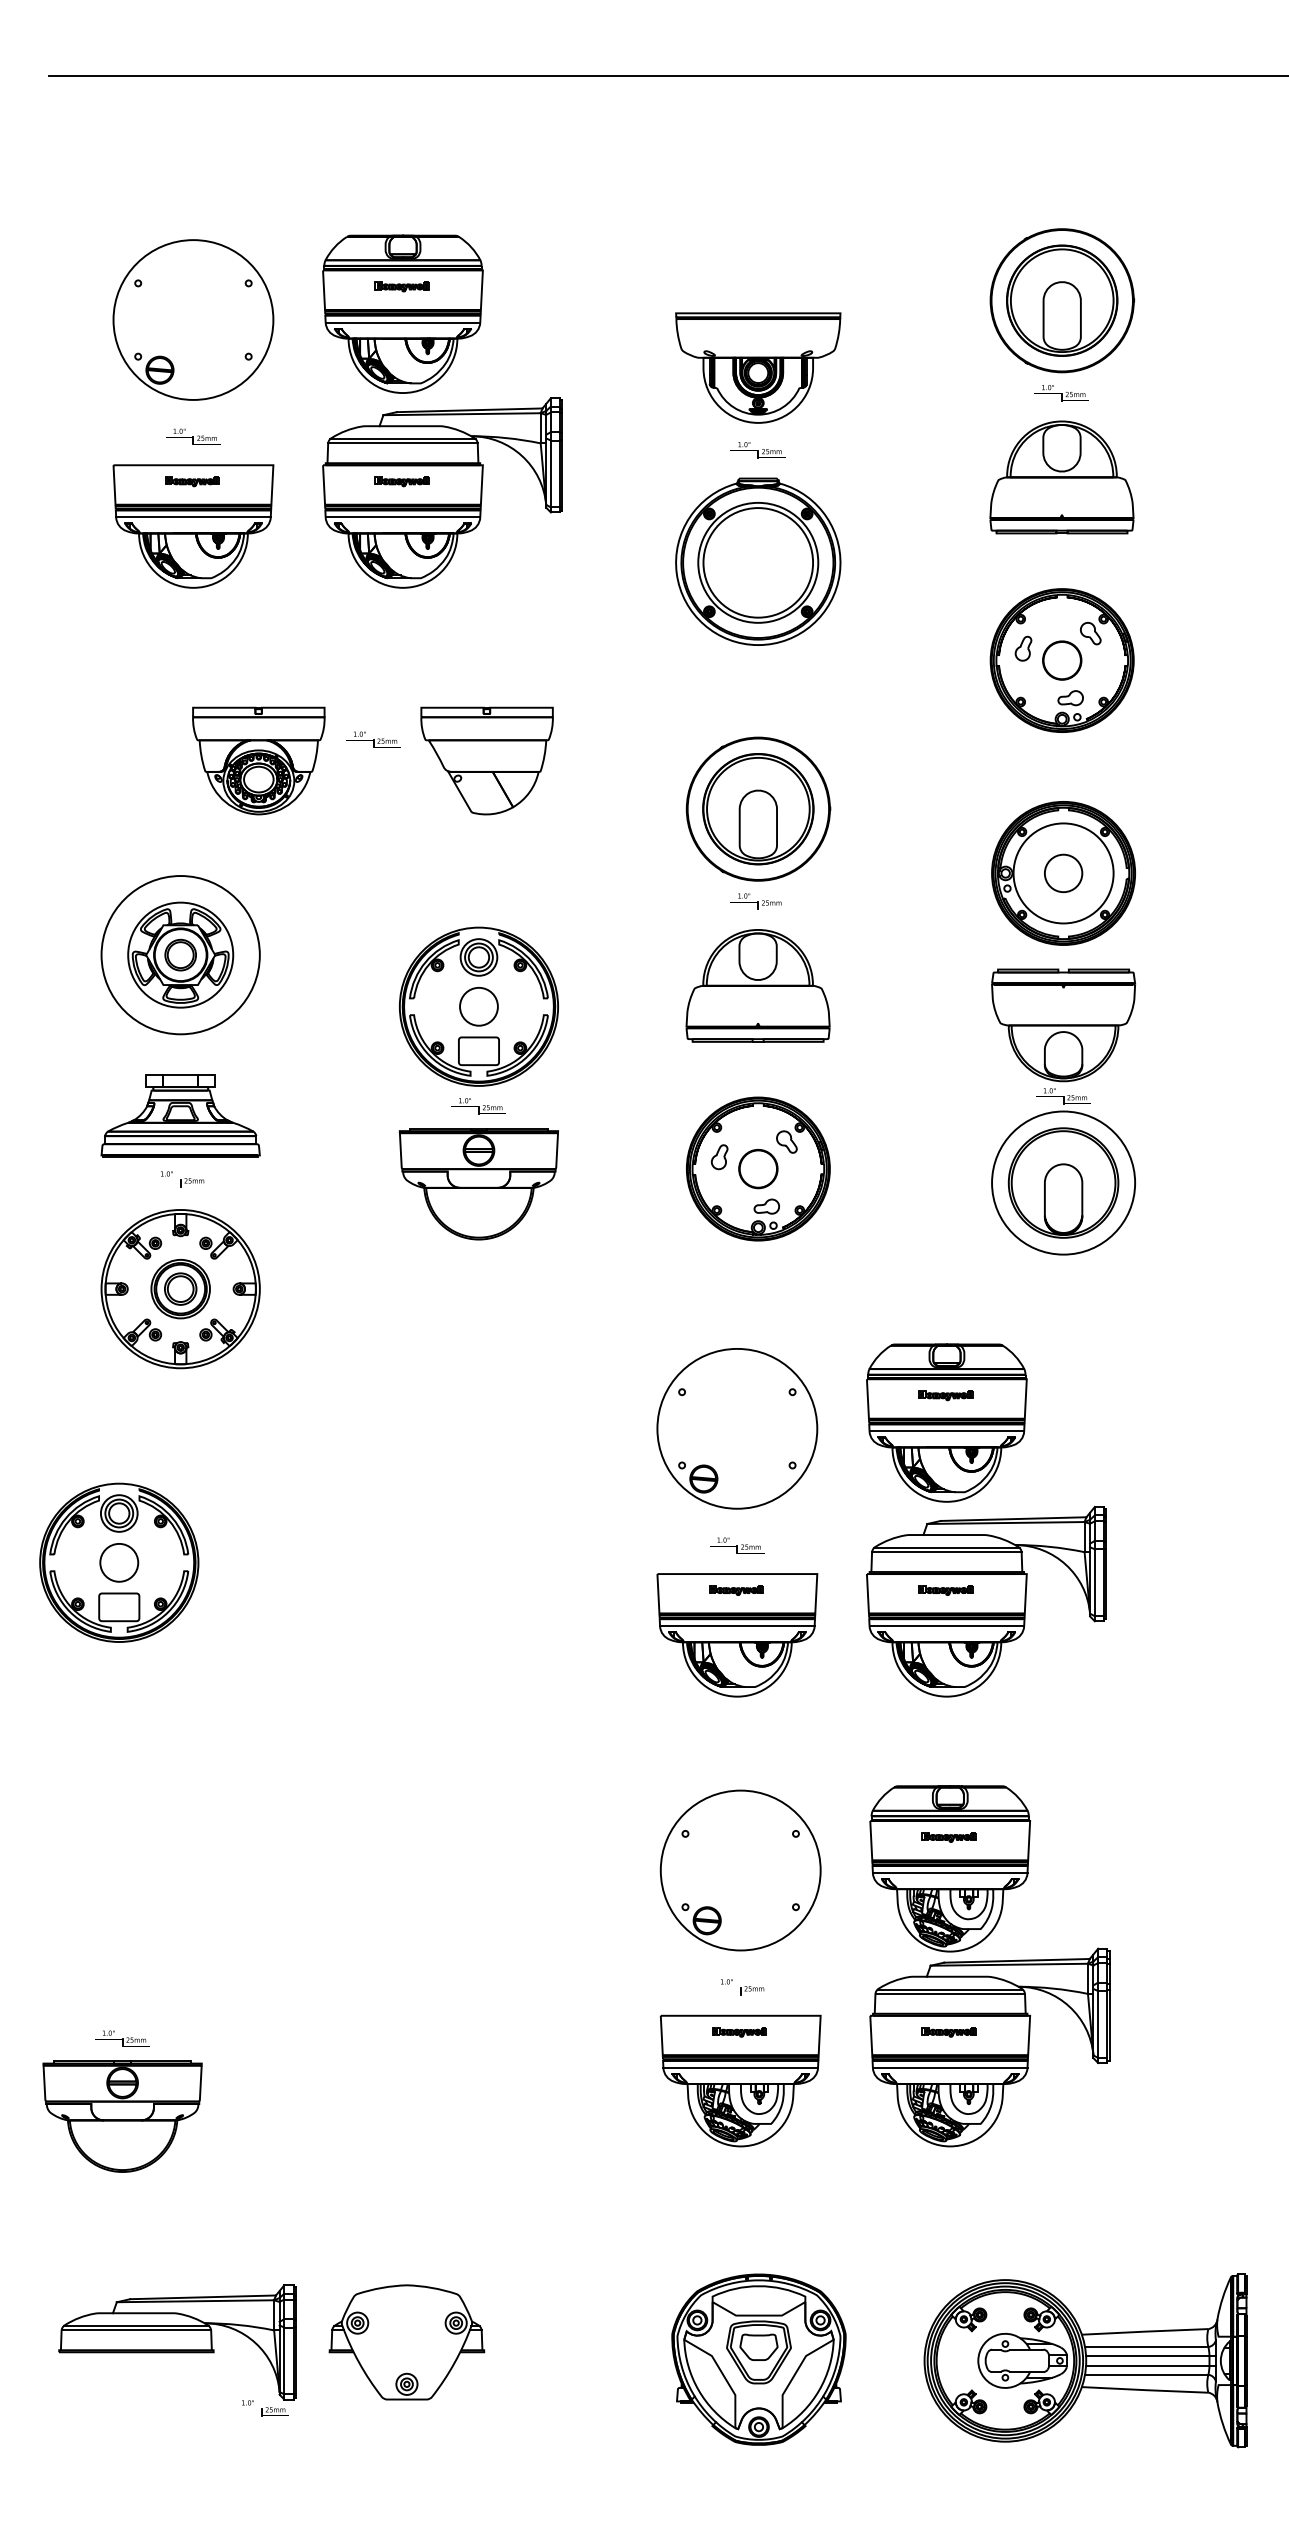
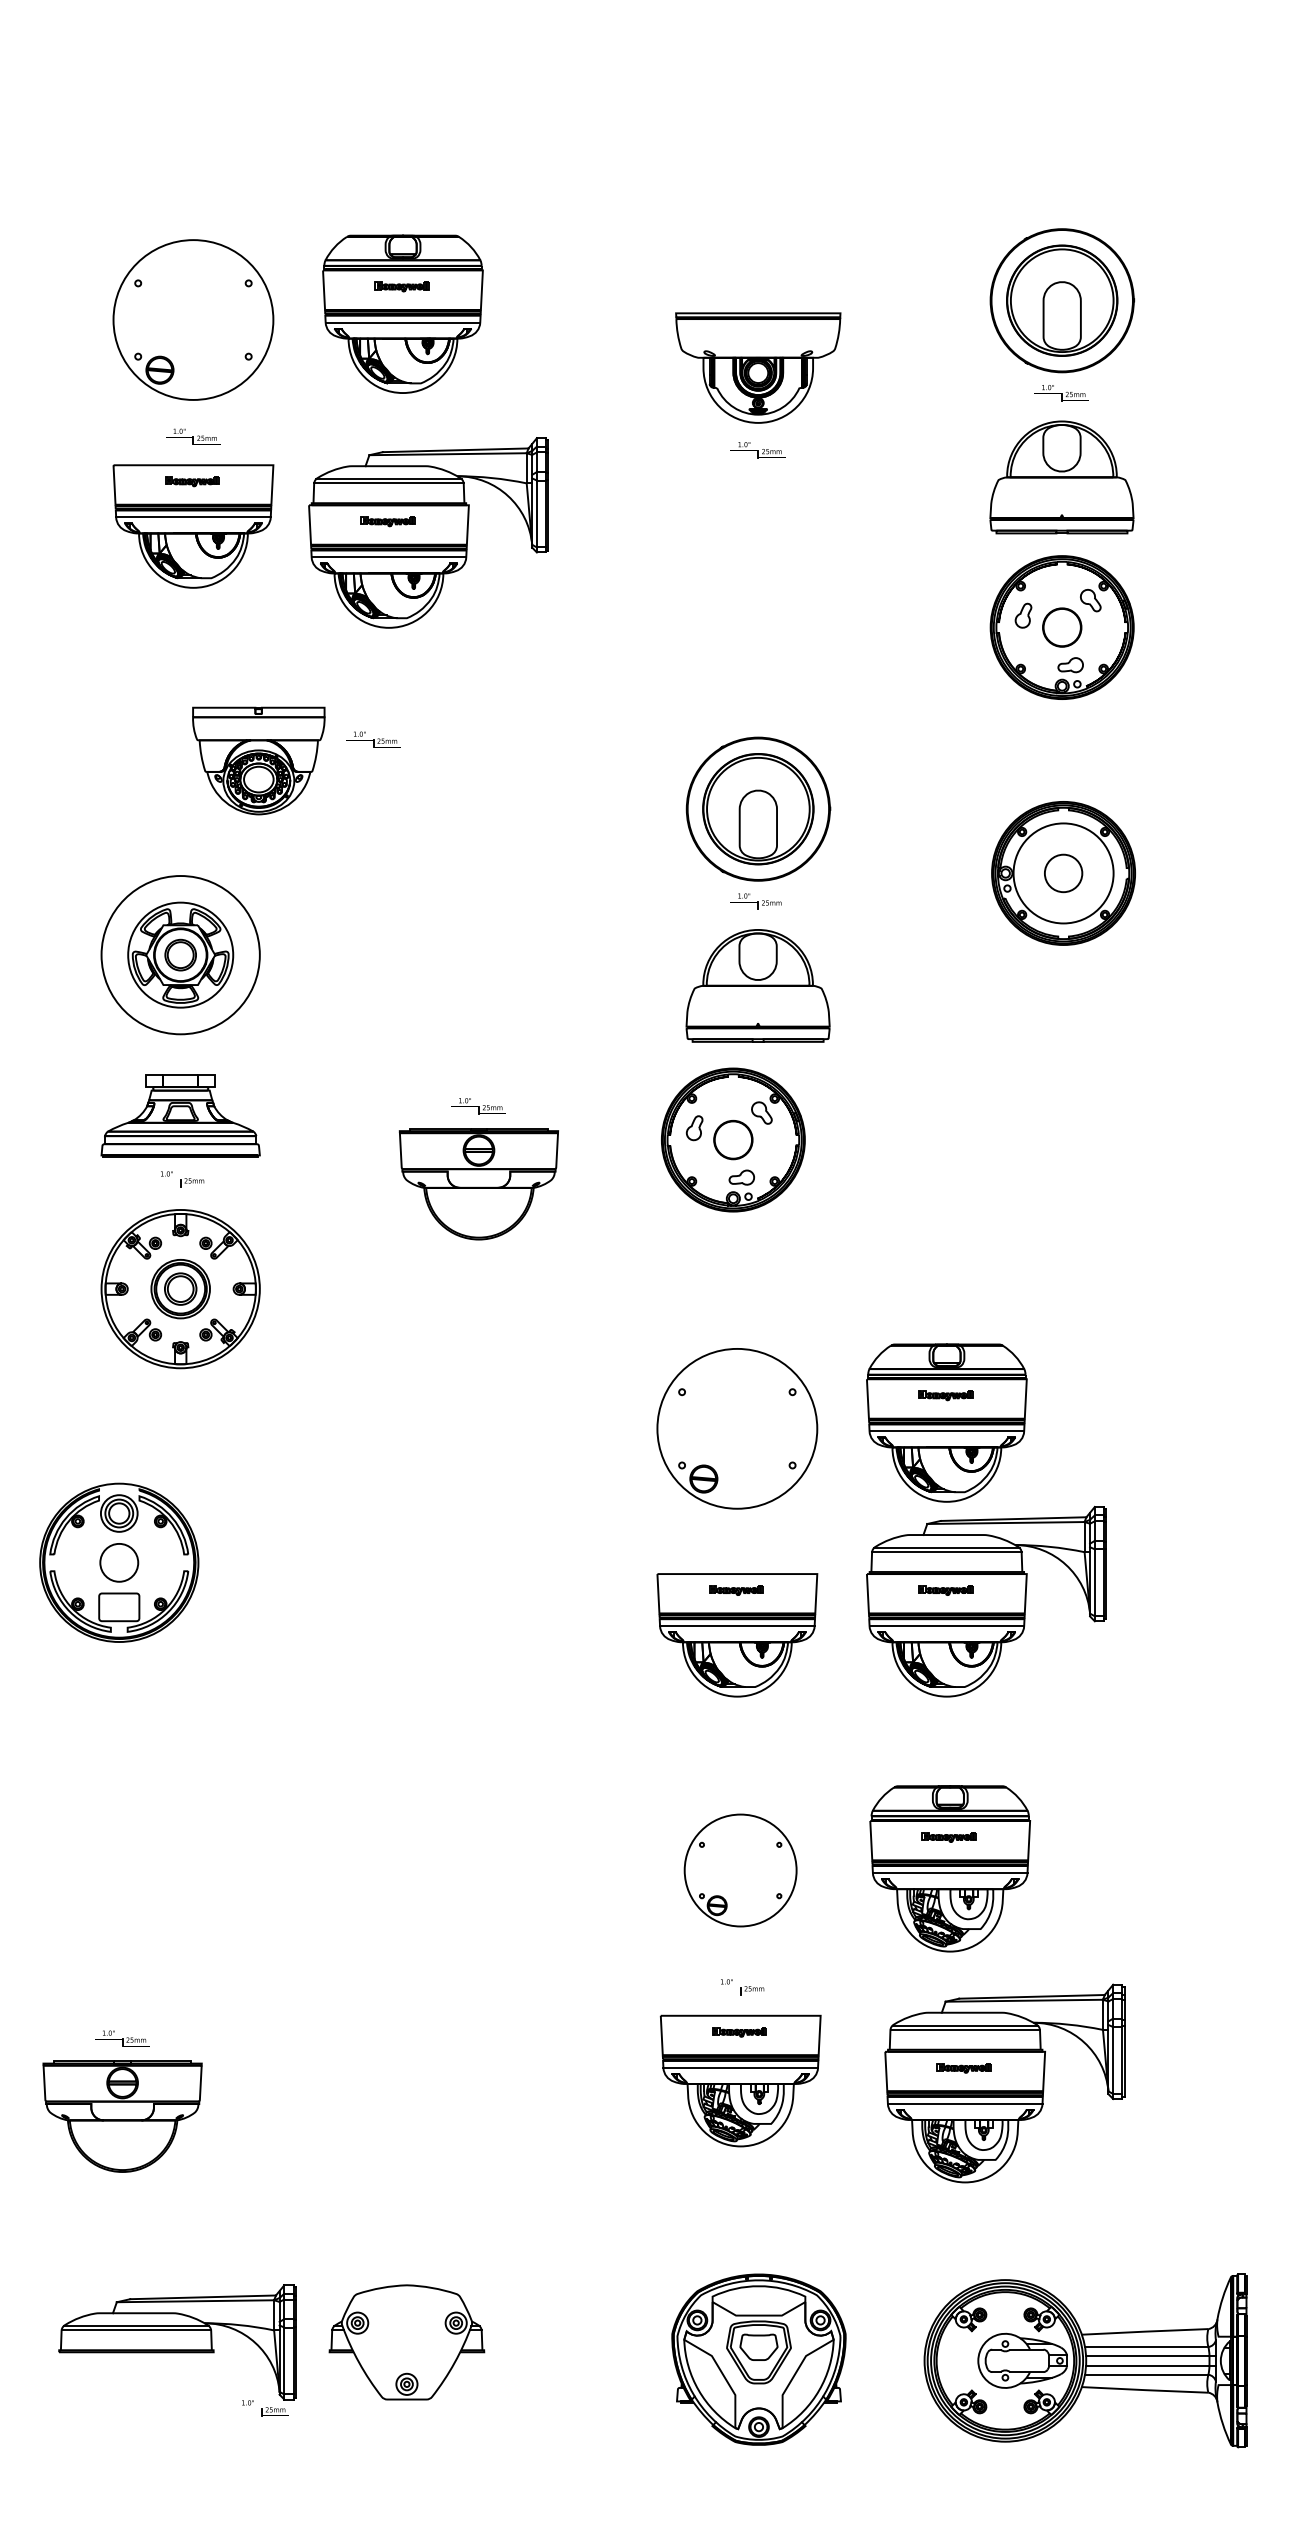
line at (667, 75): present -> none
part at (442, 492) position: (442, 492) -> (428, 532)
part at (758, 561): present -> none
part at (1061, 660) position: (1061, 660) -> (1061, 627)
part at (486, 760): present -> none
part at (478, 1006): present -> none
part at (1063, 1111): present -> none
part at (758, 1168) position: (758, 1168) -> (733, 1139)
part at (737, 1545): present -> none
part at (740, 1870) size: 163x163 px -> 115x115 px
part at (989, 2047) position: (989, 2047) -> (1004, 2083)
